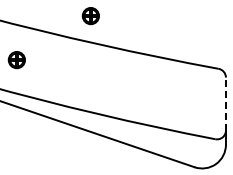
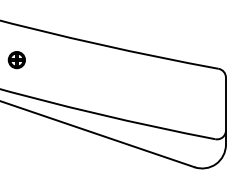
part at (90, 16): present -> none
line at (225, 103): dashed -> solid
